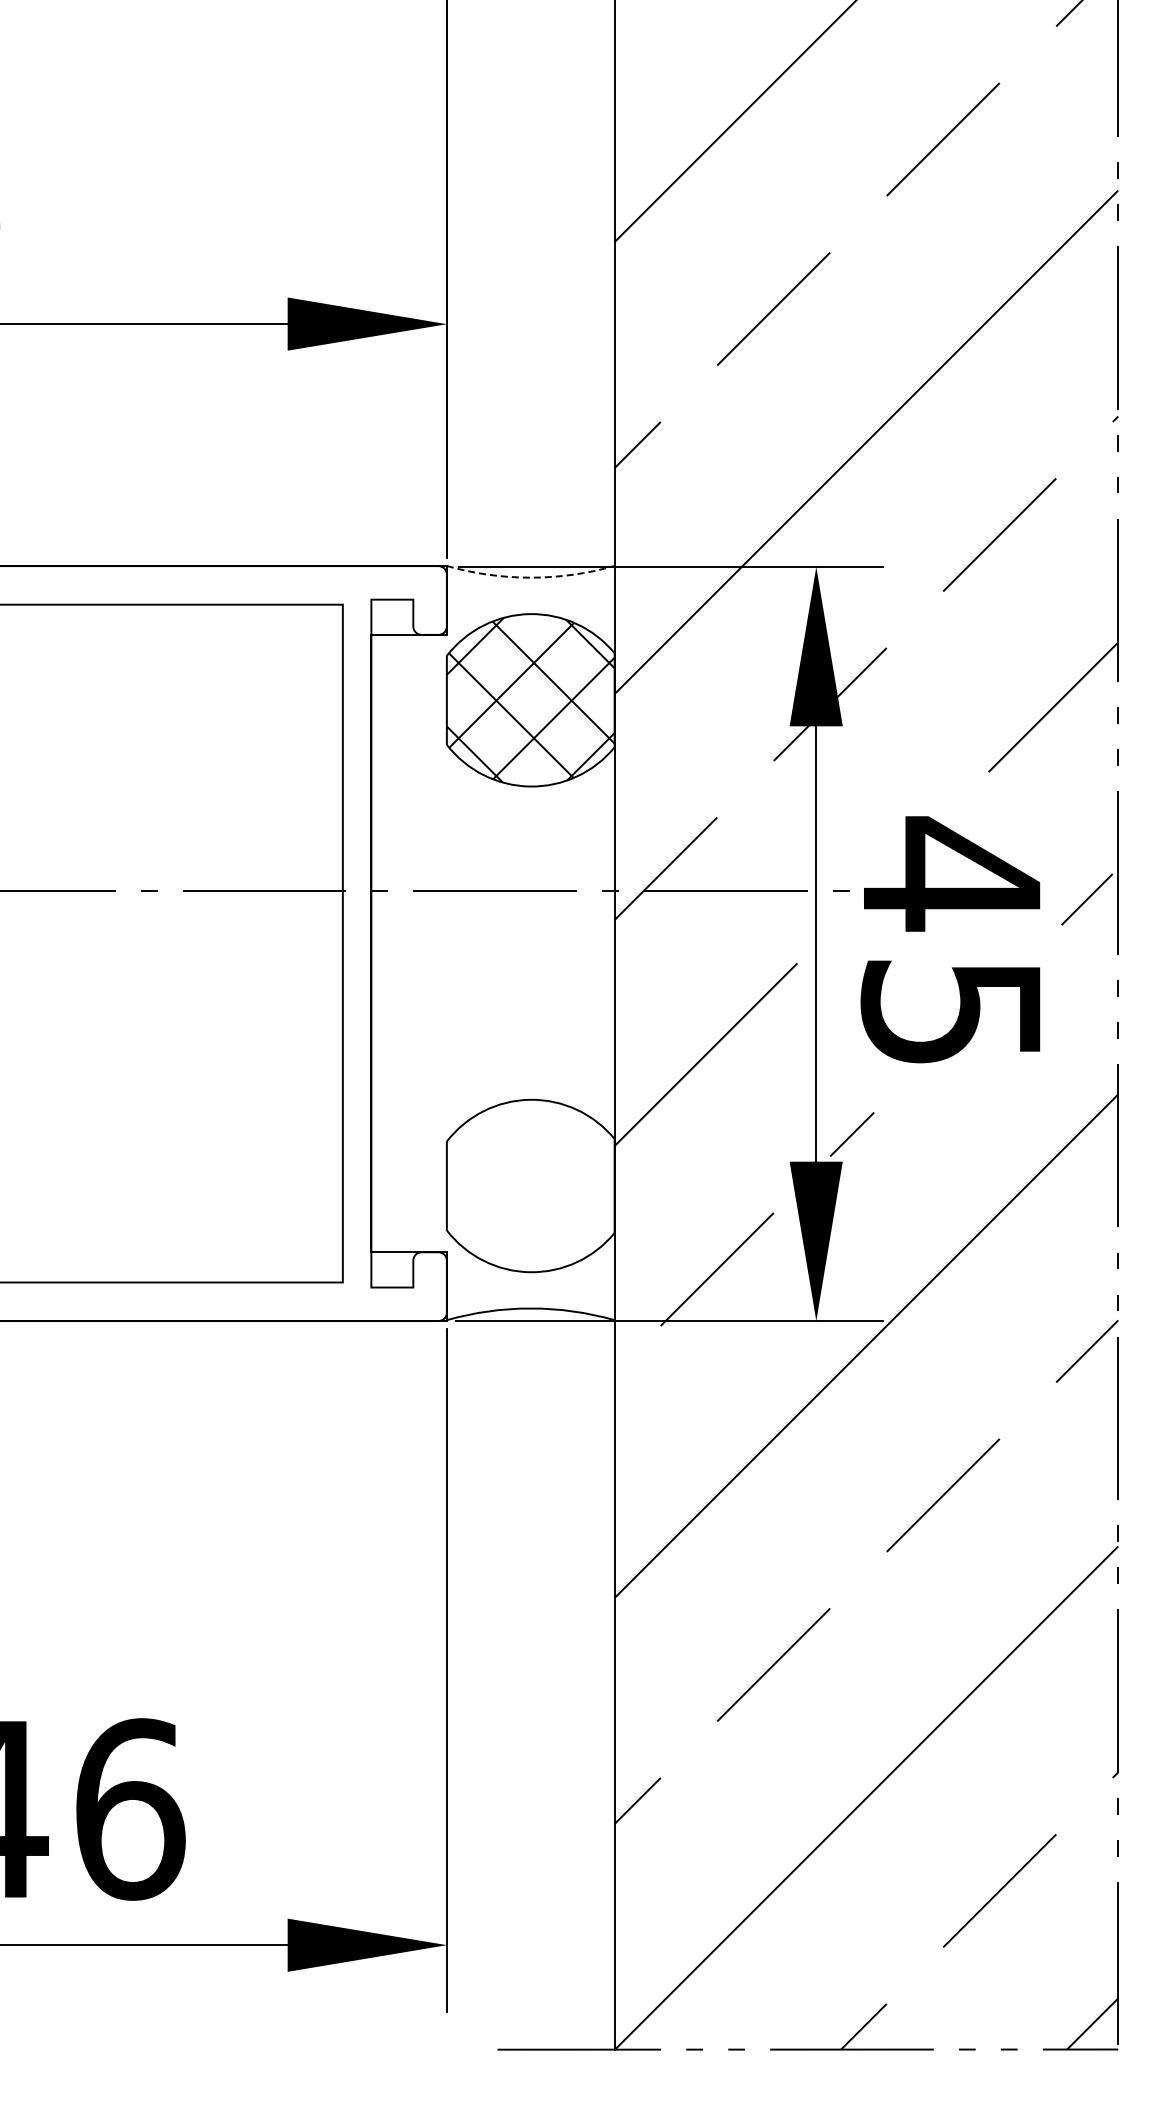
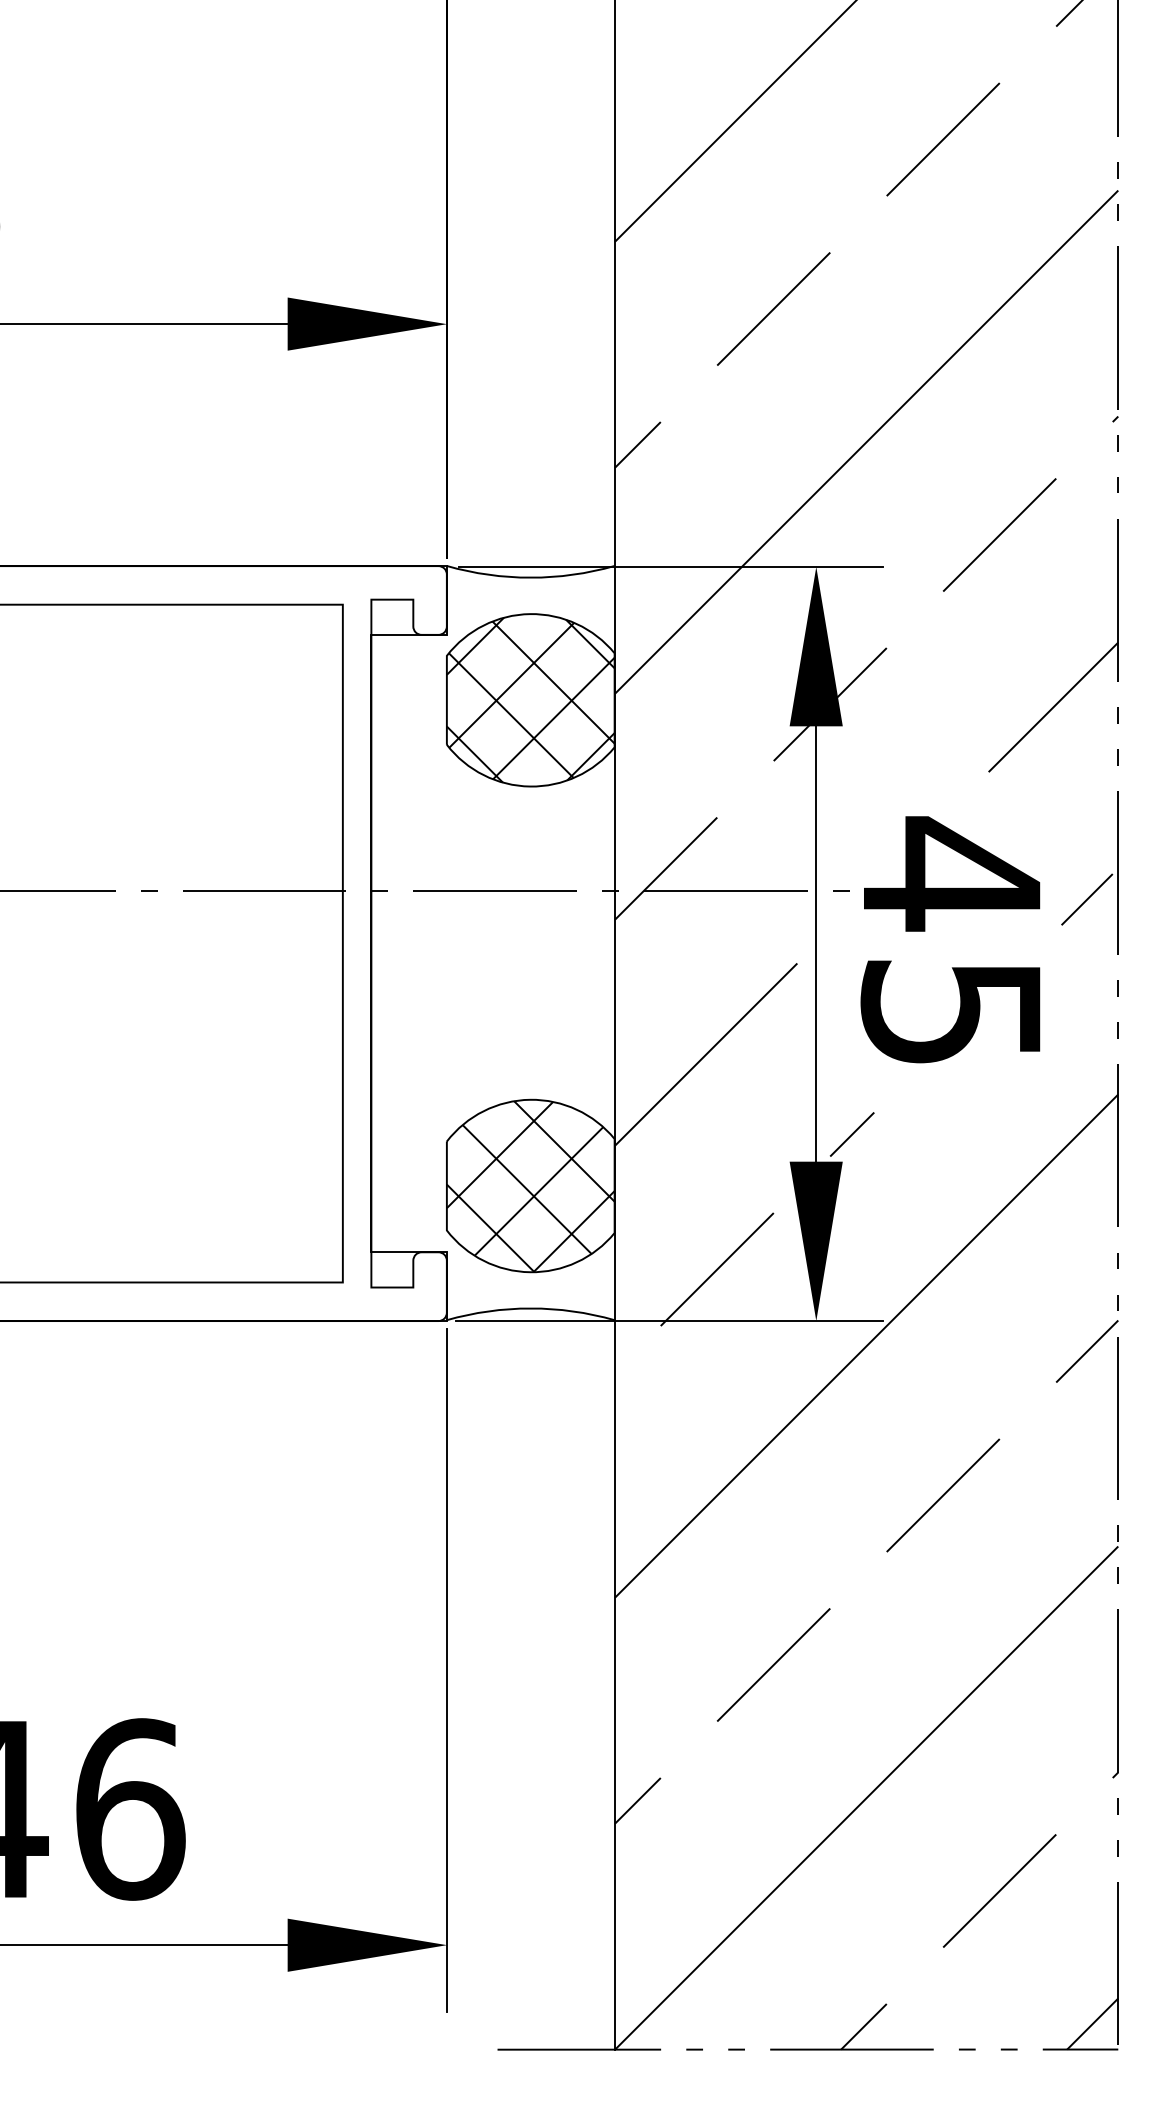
arc at (530, 577): dashed -> solid
hatch at (530, 1186): none -> present
